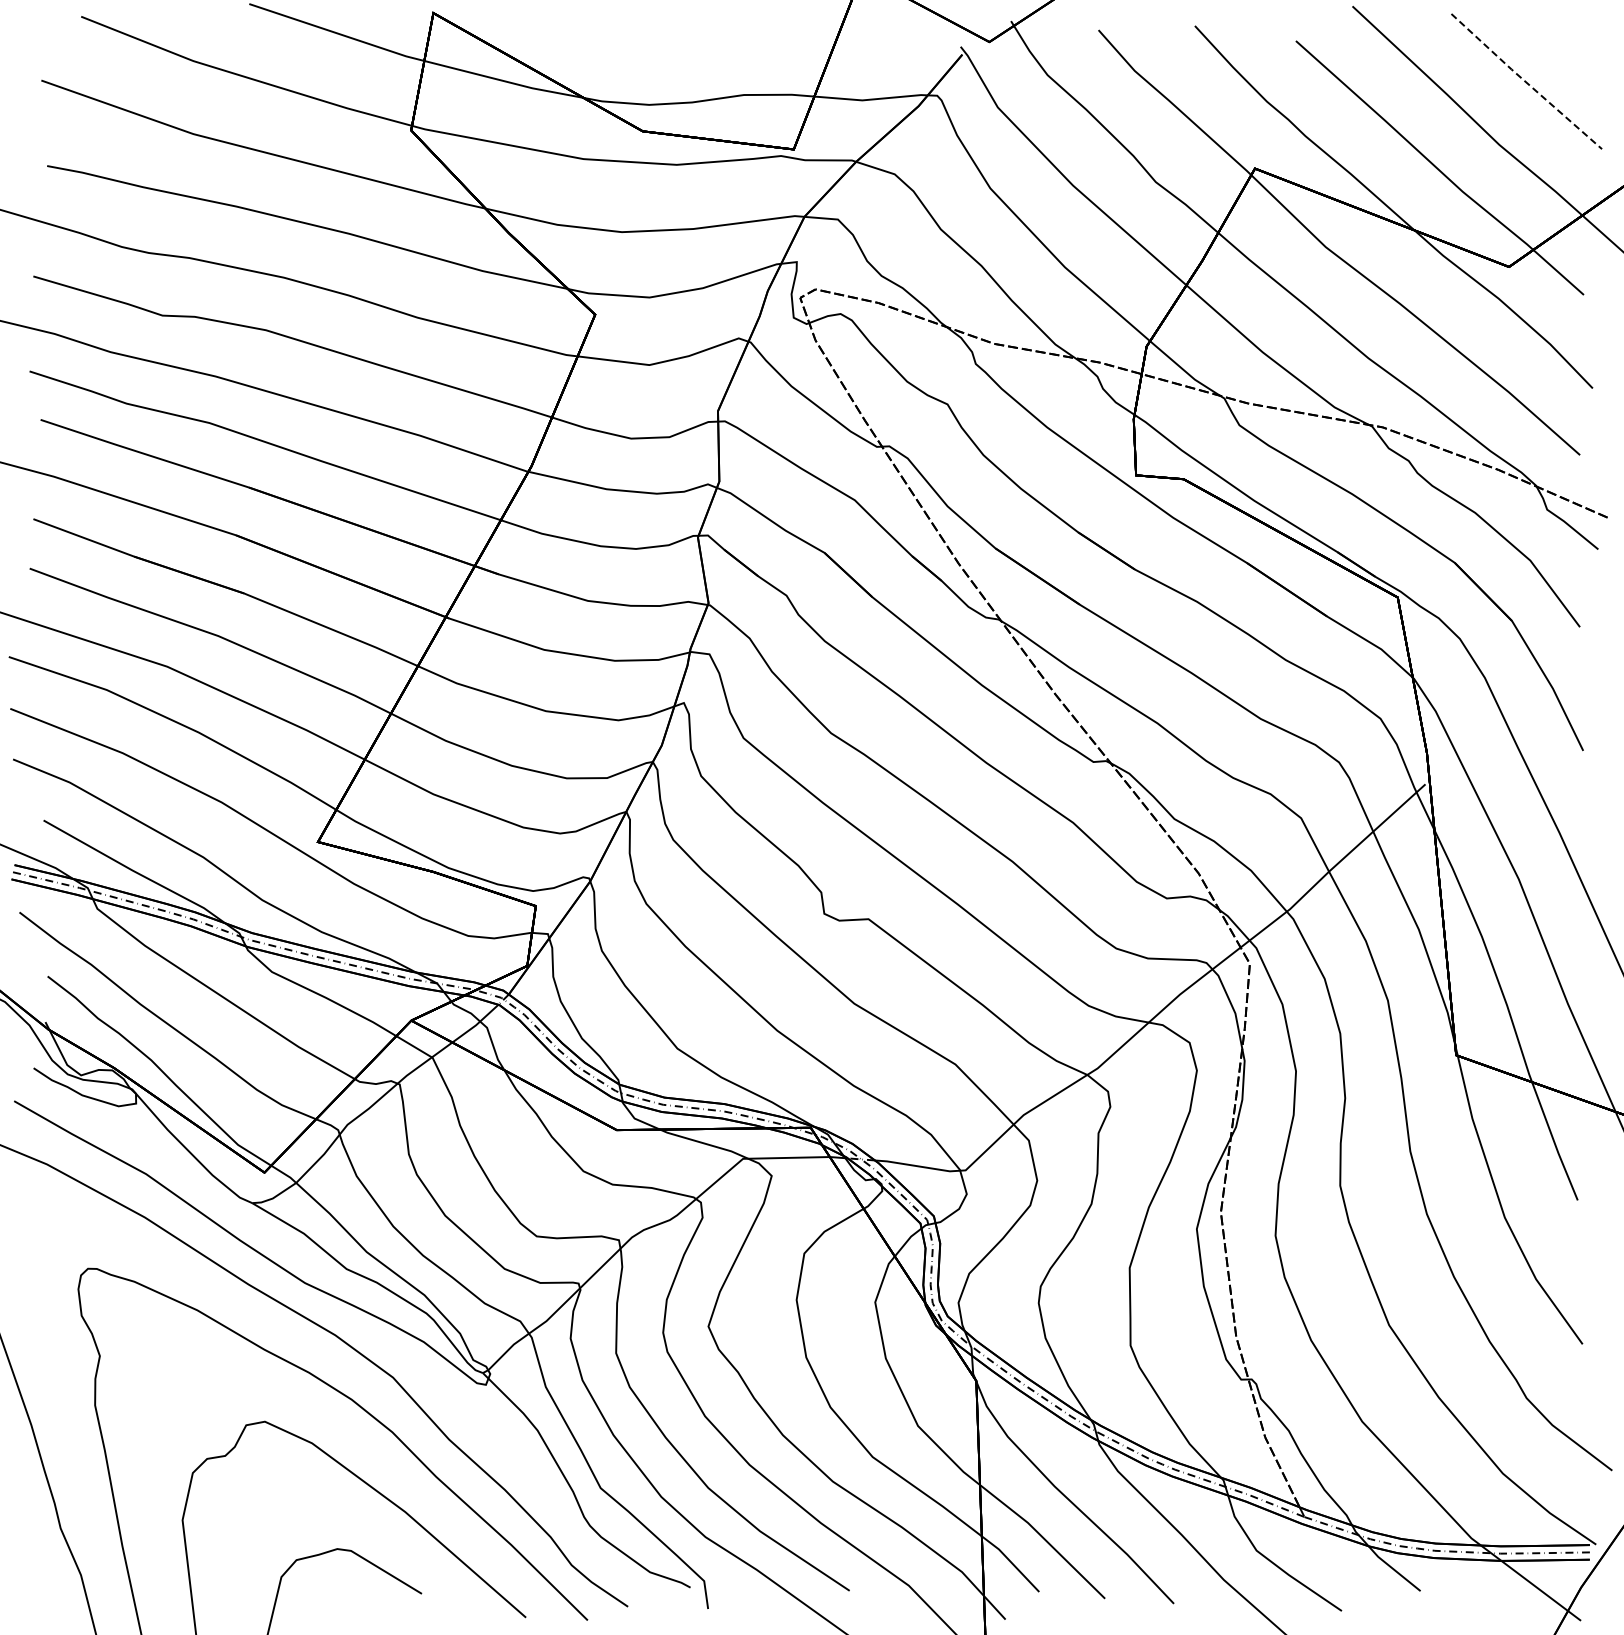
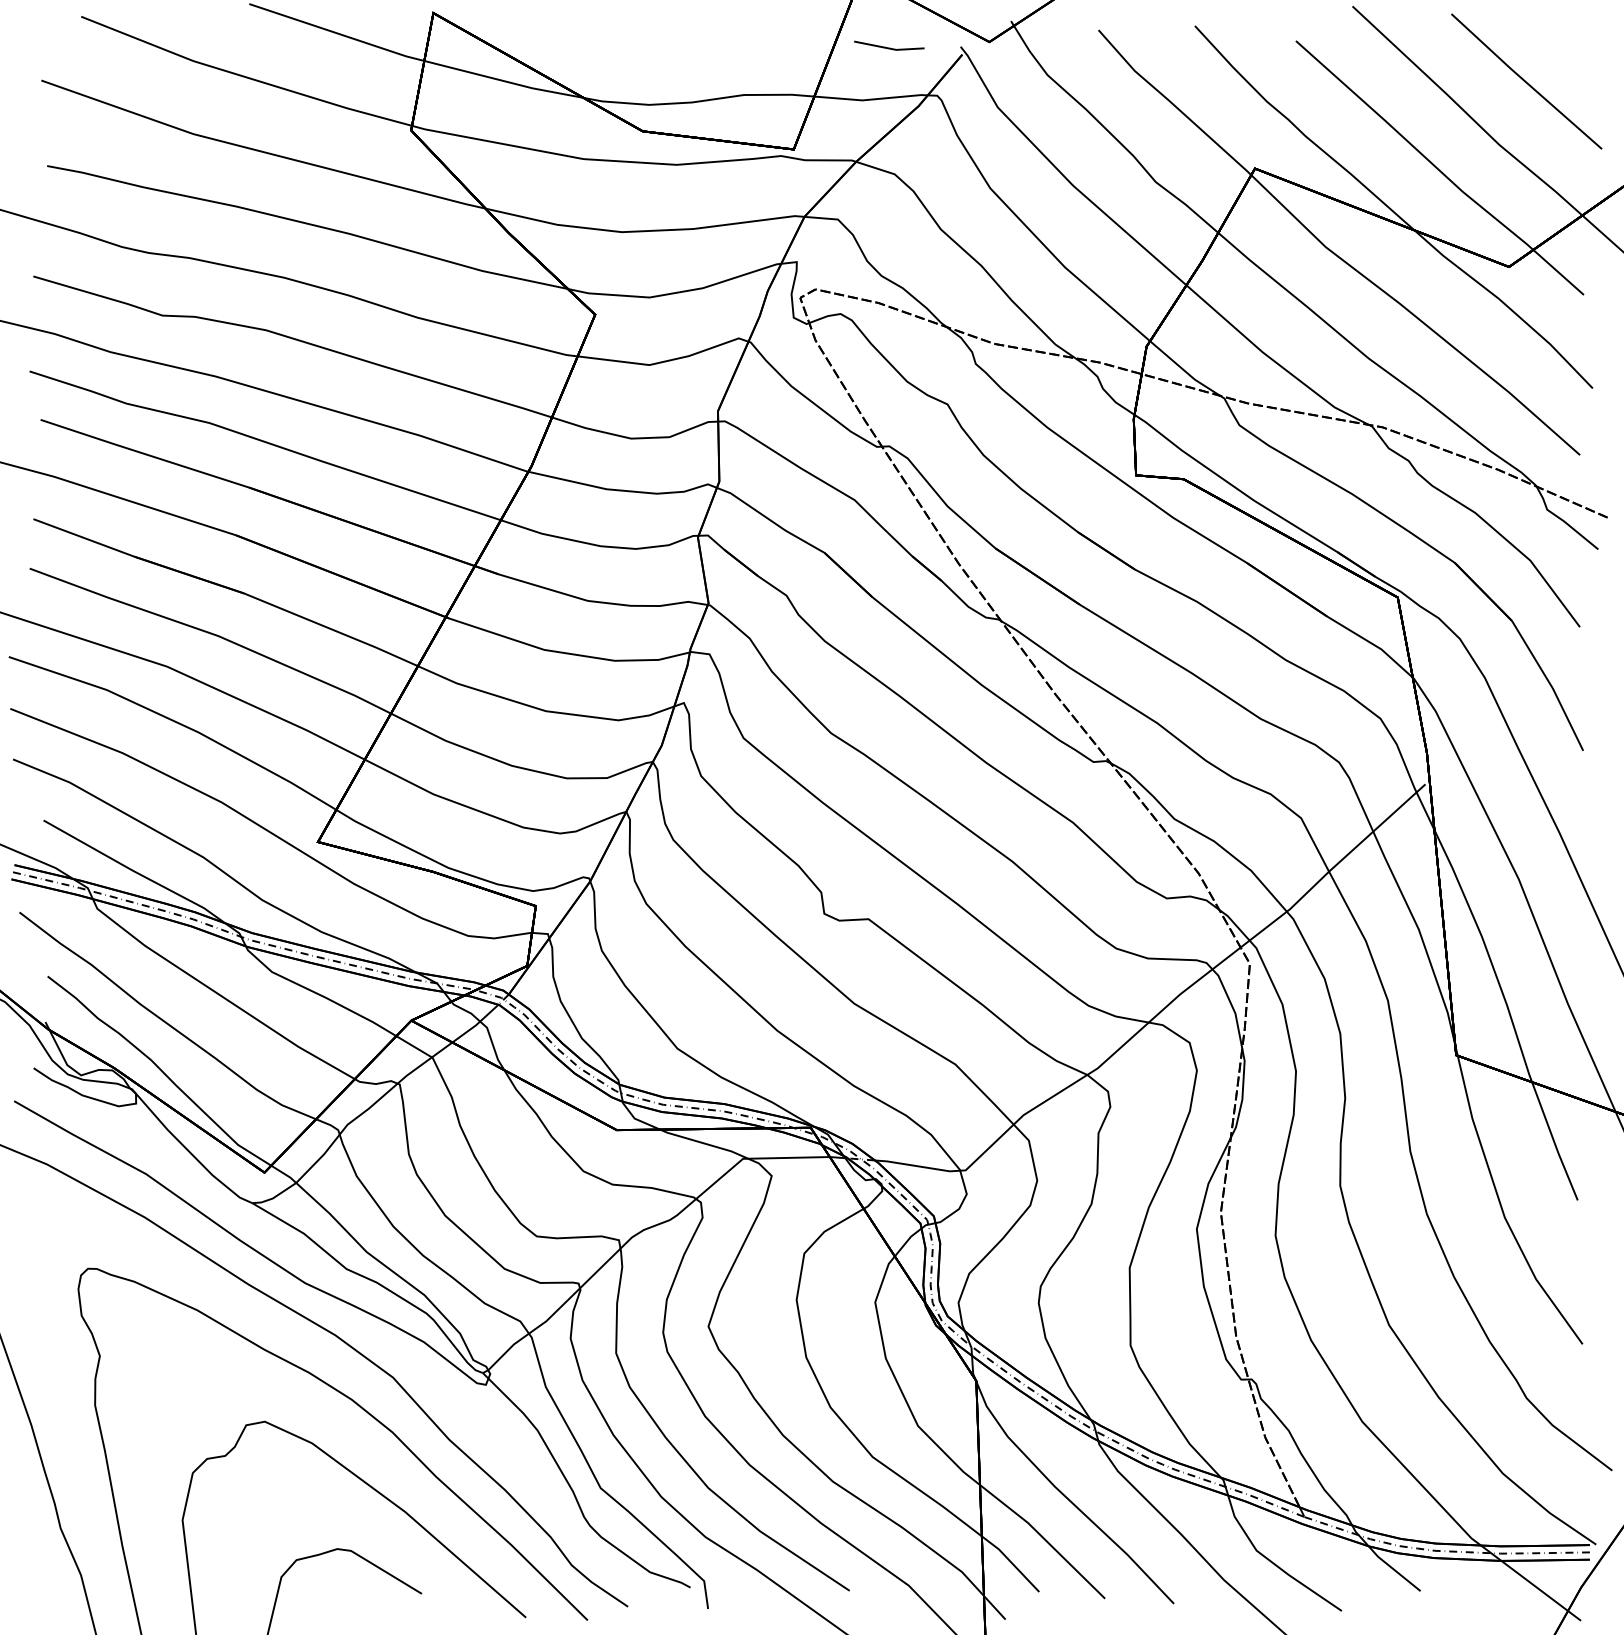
line at (889, 47): none -> present
line at (1525, 81): dashed -> solid
